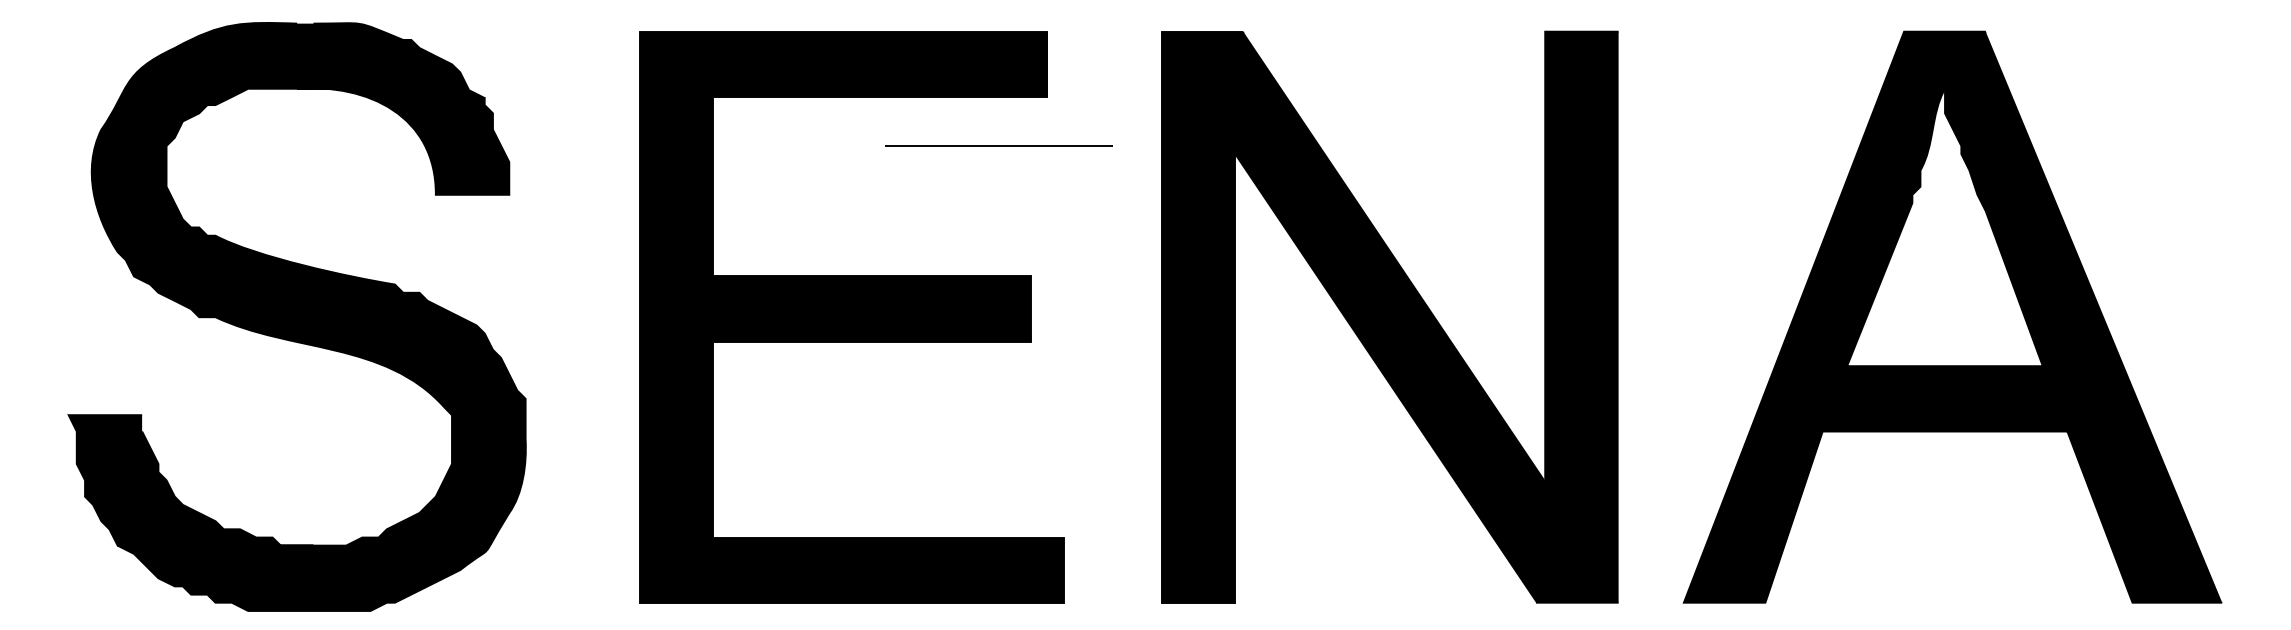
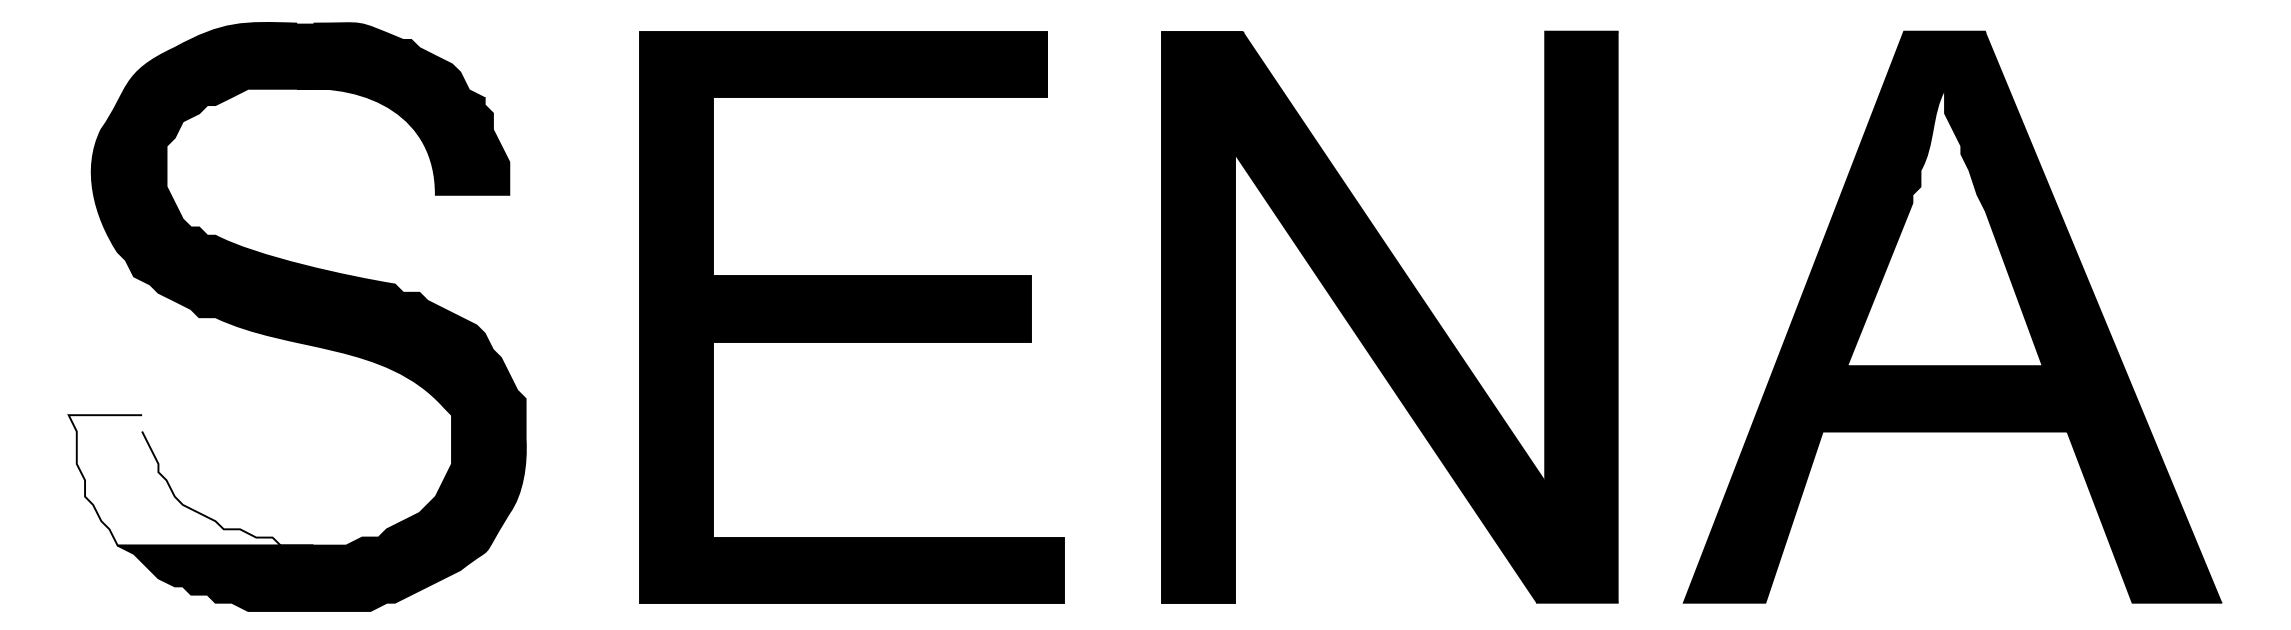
line at (998, 145): present -> none
fill at (190, 480): present -> none
